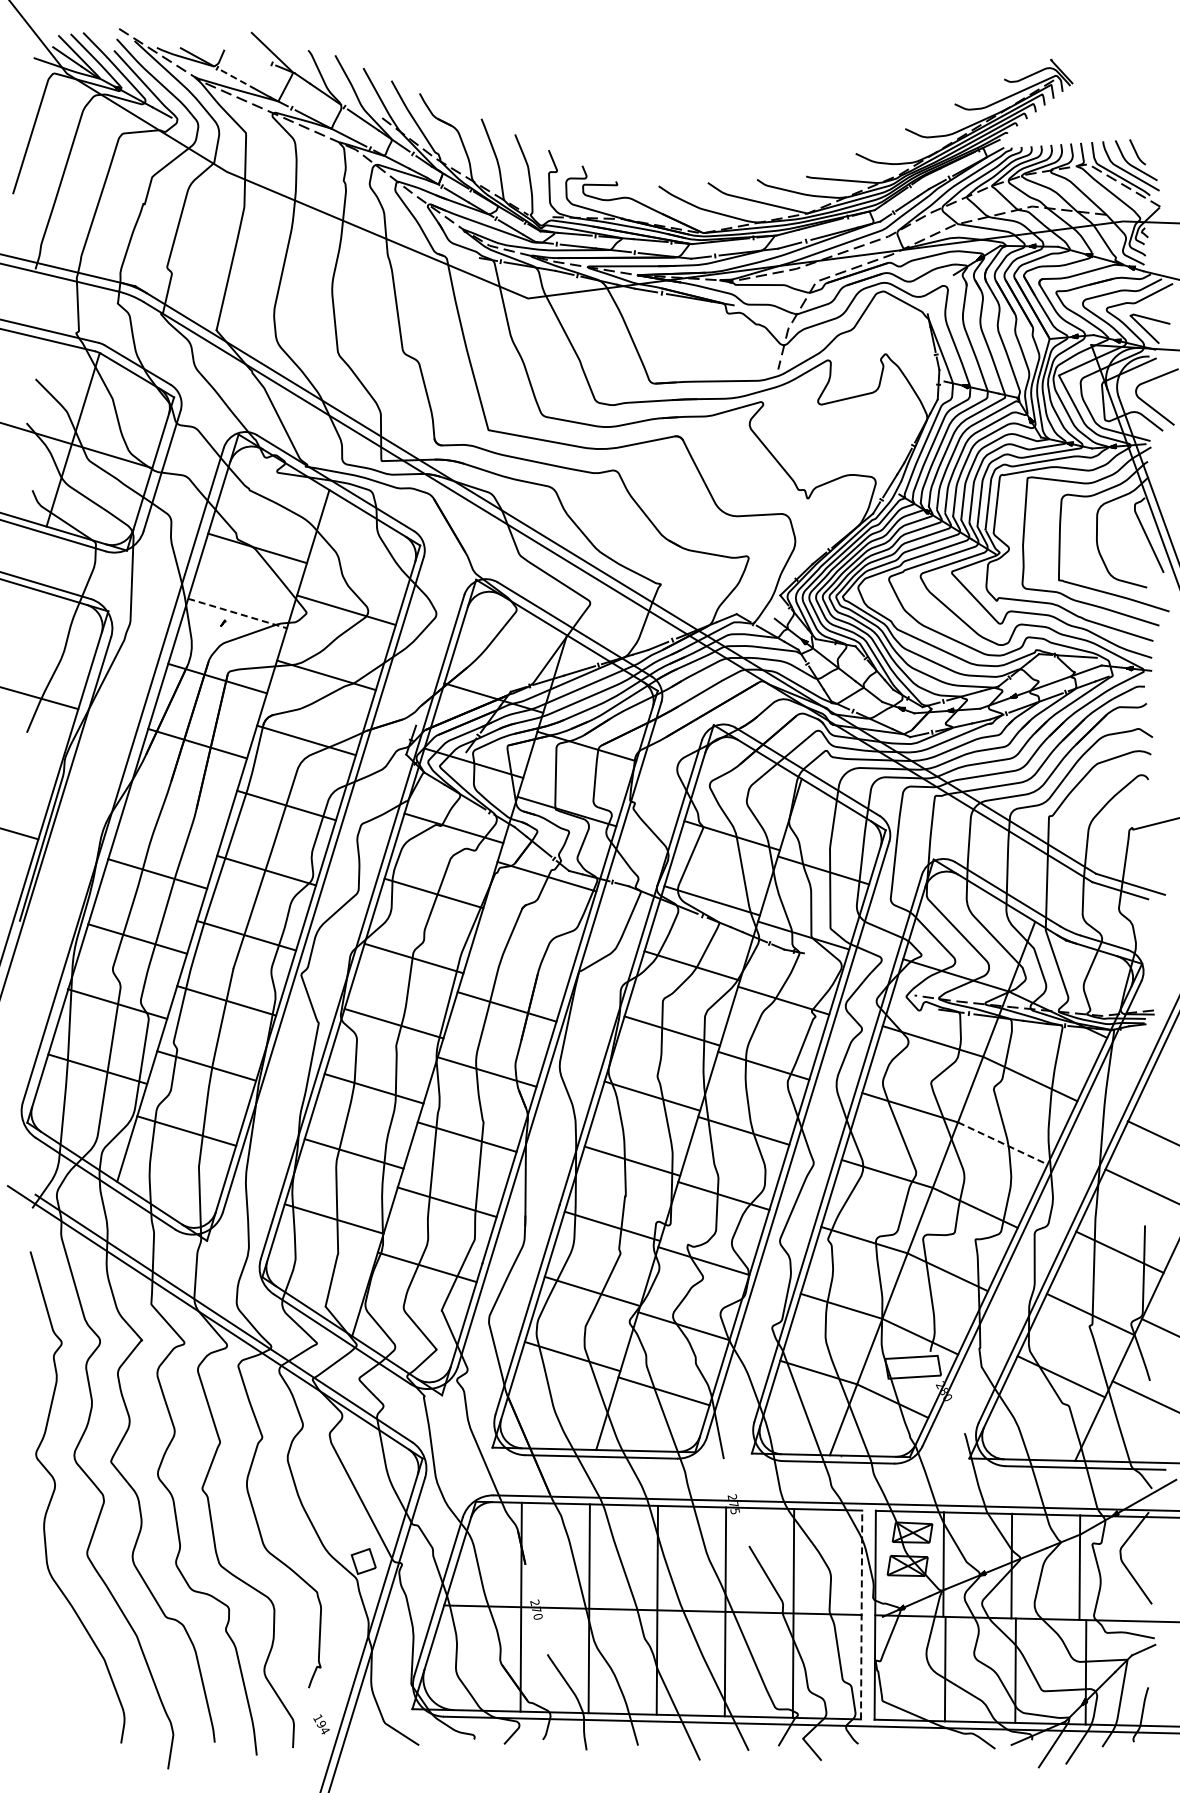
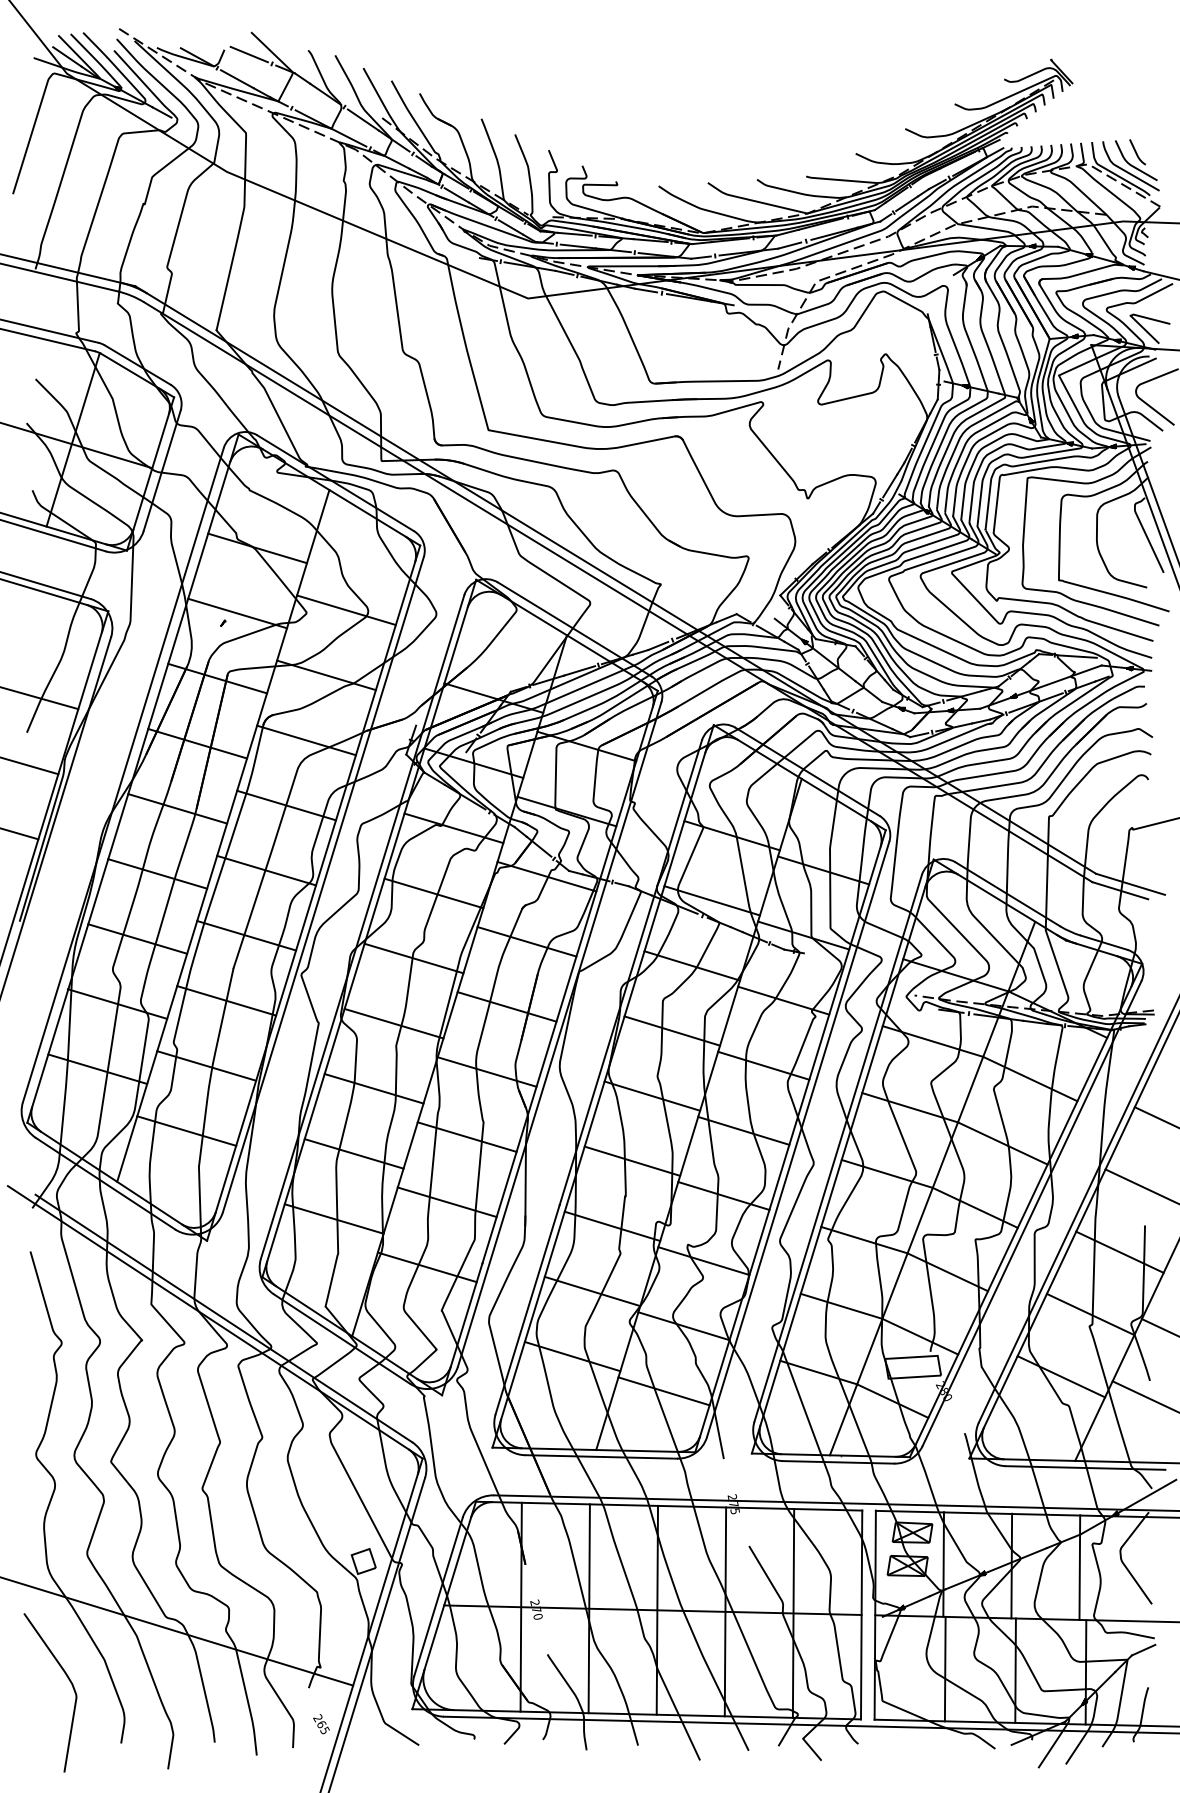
line at (248, 54): none -> present
line at (237, 79): dashed -> solid
line at (237, 613): dashed -> solid
line at (30, 766): none -> present
line at (177, 808): none -> present
line at (526, 941): none -> present
line at (1151, 1132) position: (1151, 1132) -> (1155, 1116)
line at (1002, 1143): dashed -> solid
line at (861, 1614): dashed -> solid
line at (177, 1631): none -> present
curve at (70, 1683): none -> present
text at (321, 1724): 194 -> 265
